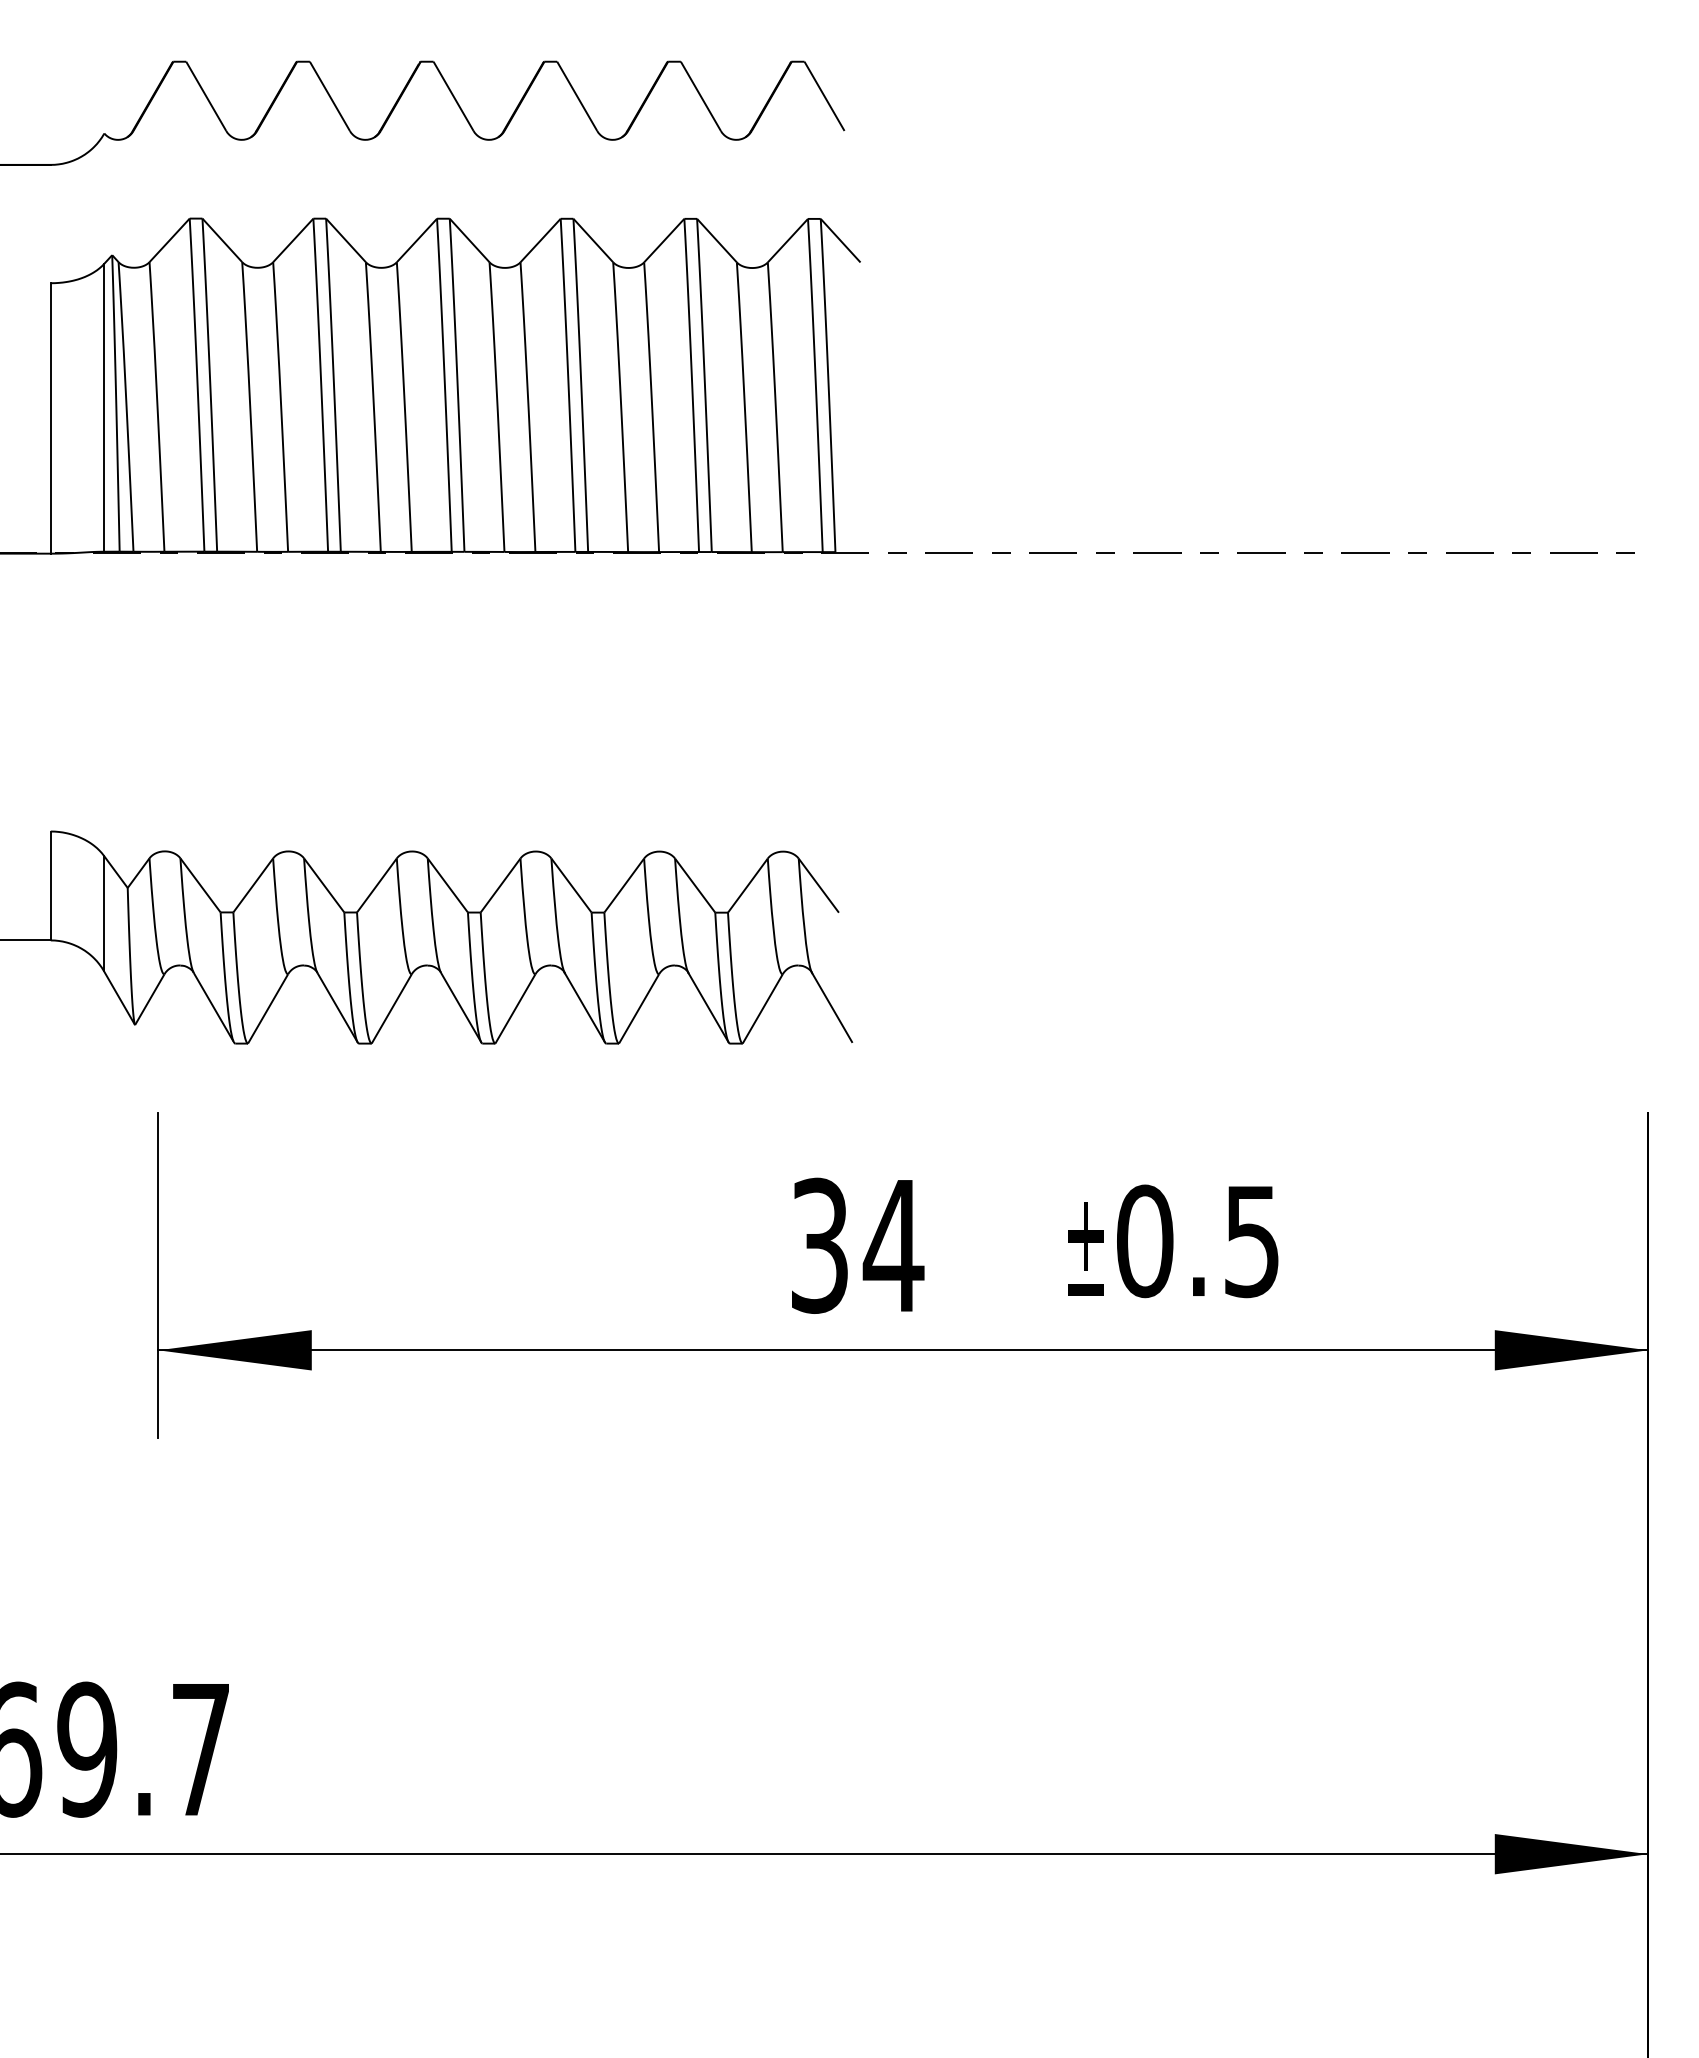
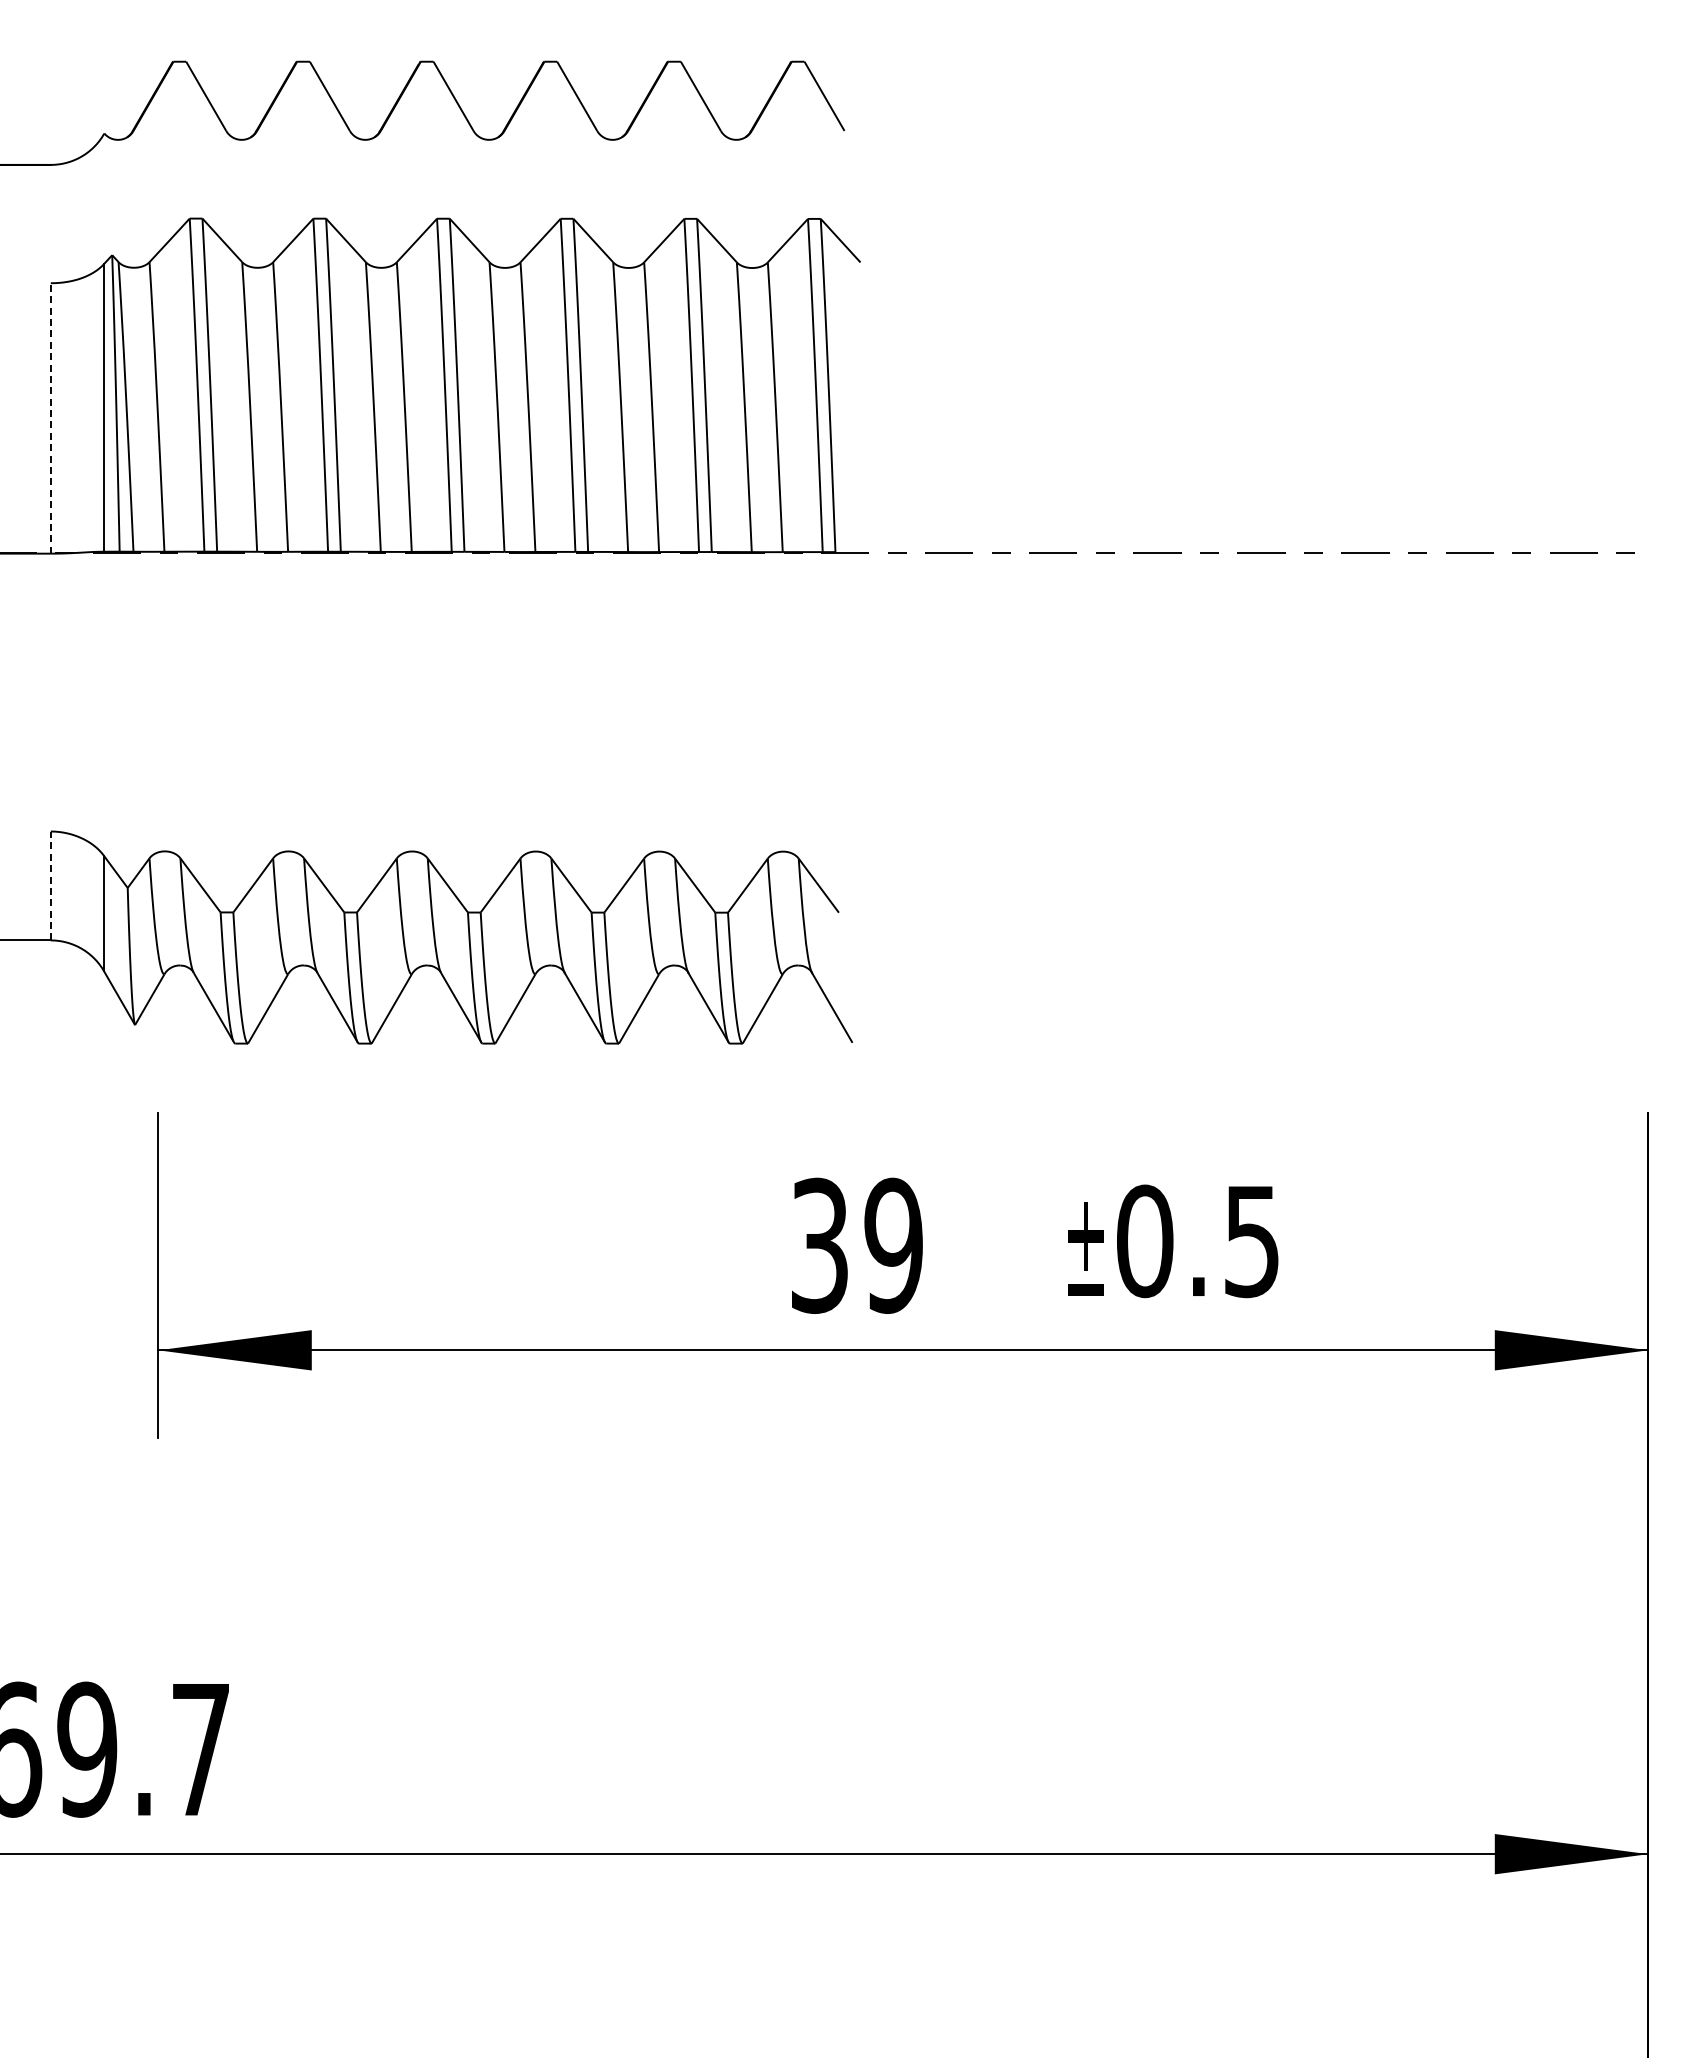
line at (50, 417): solid -> dashed
line at (50, 885): solid -> dashed
text at (893, 1245): 34 -> 39
